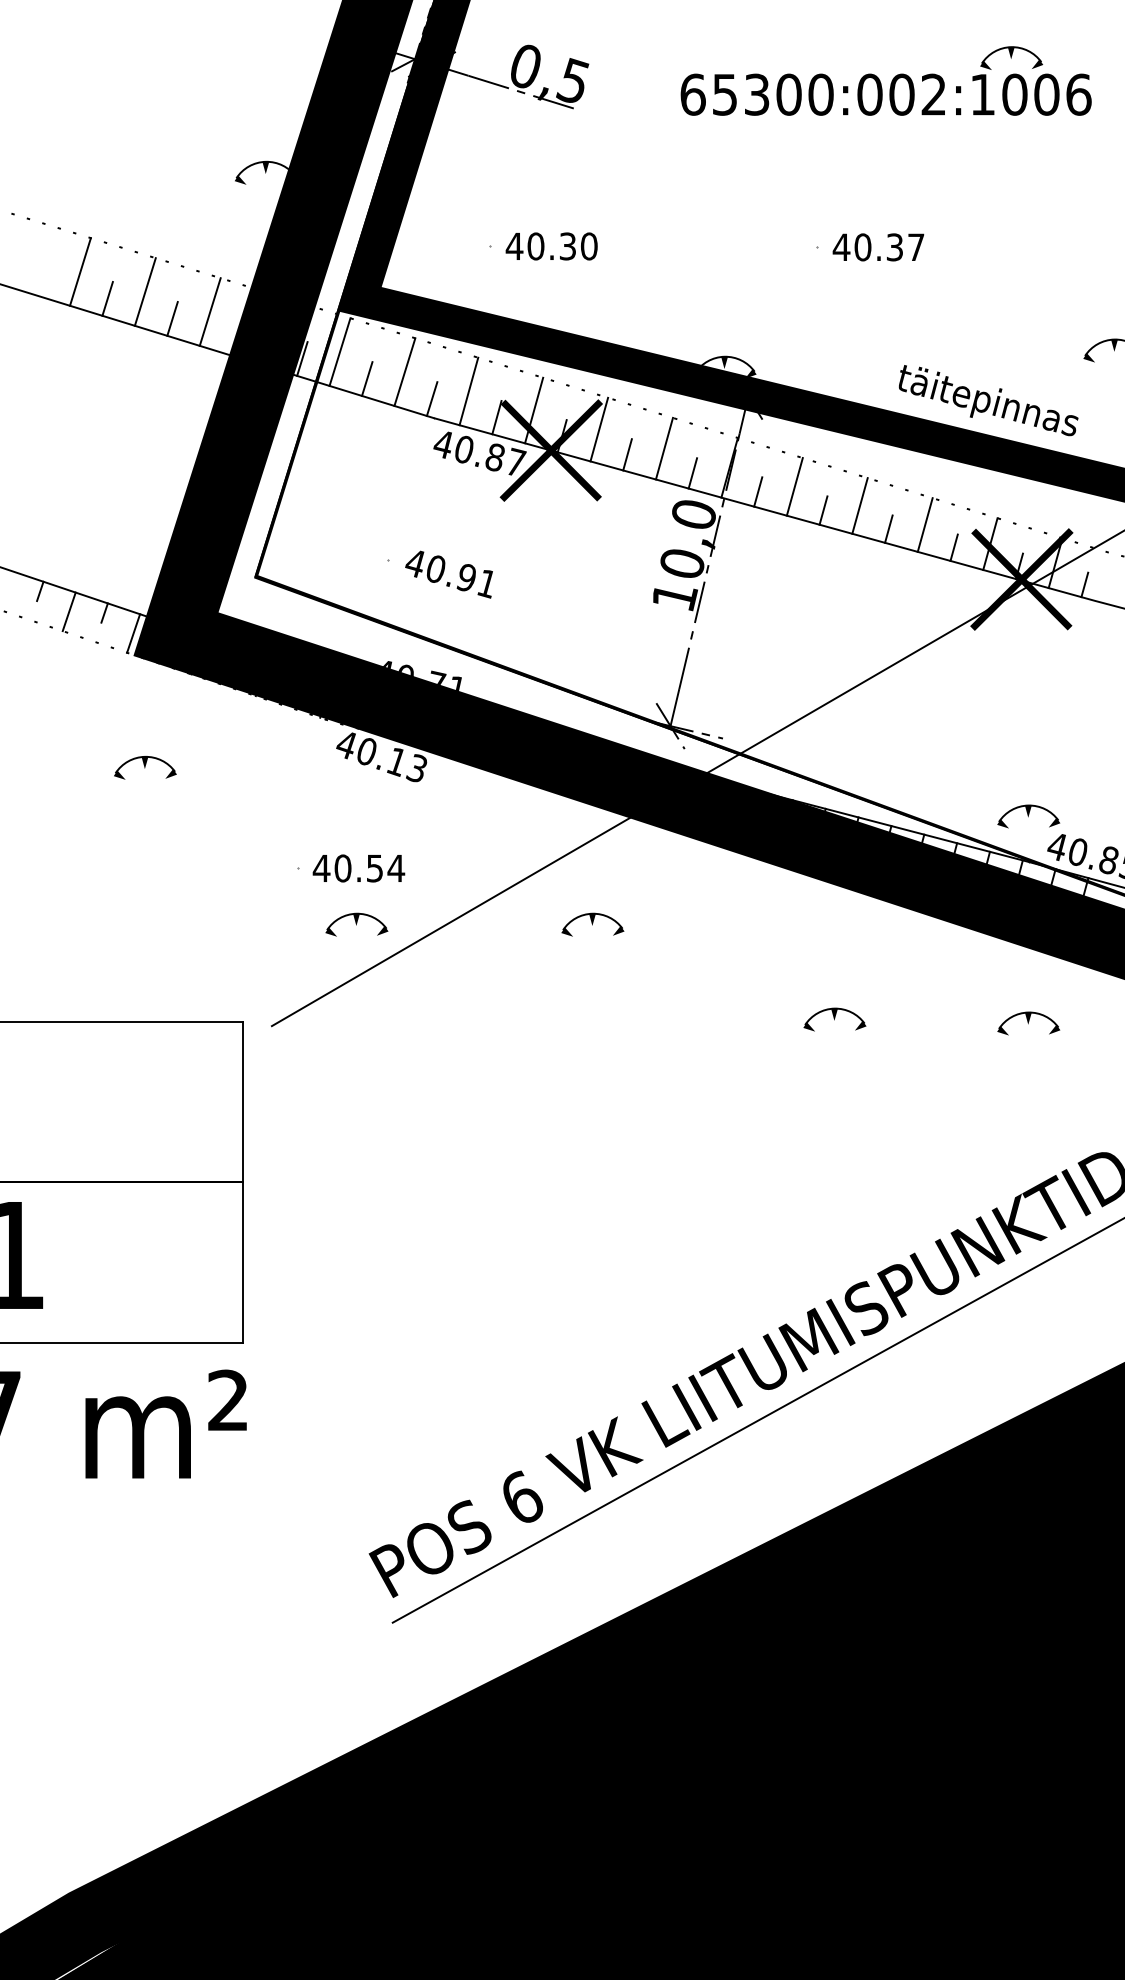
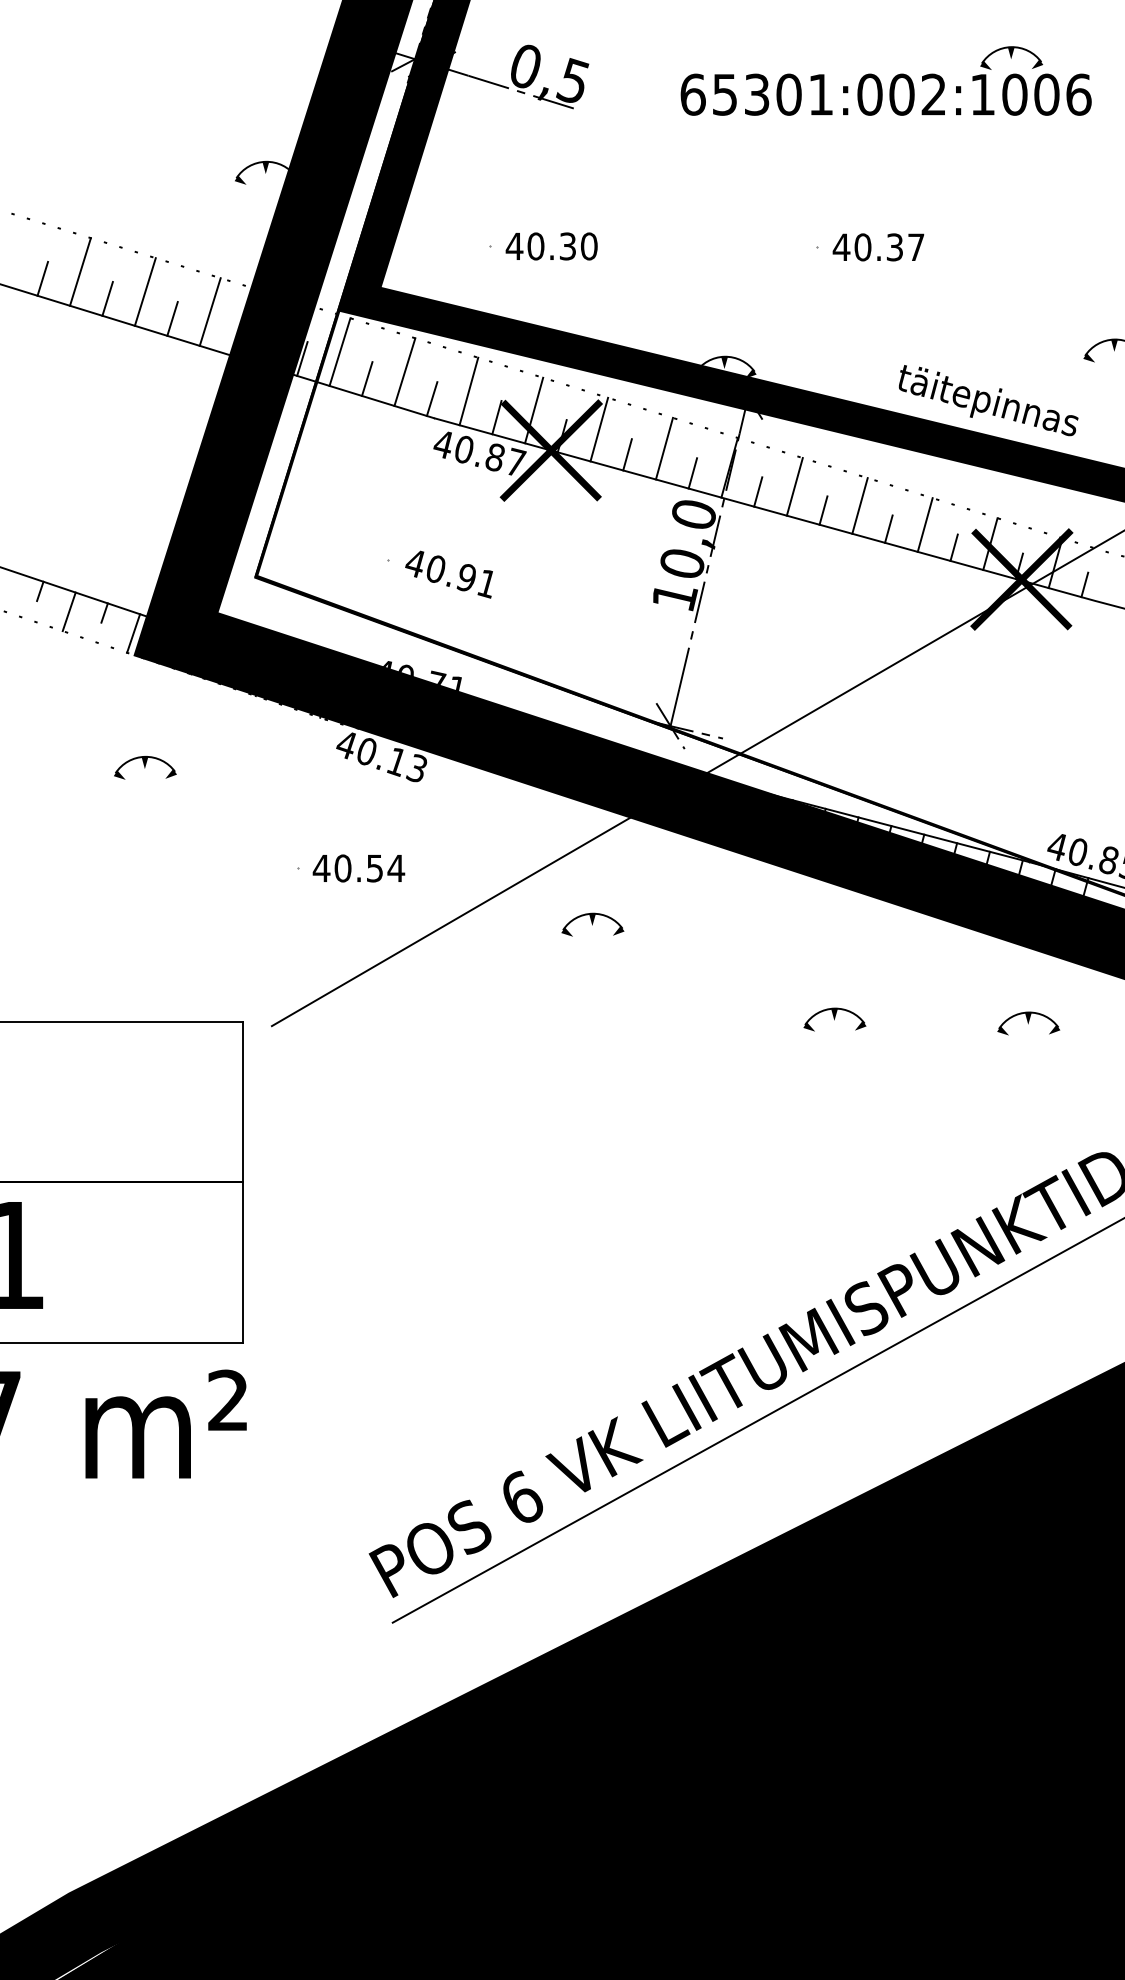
text at (820, 94): 65300:002:1006 -> 65301:002:1006
line at (42, 278): none -> present
part at (1028, 816): present -> none
part at (356, 924): present -> none
